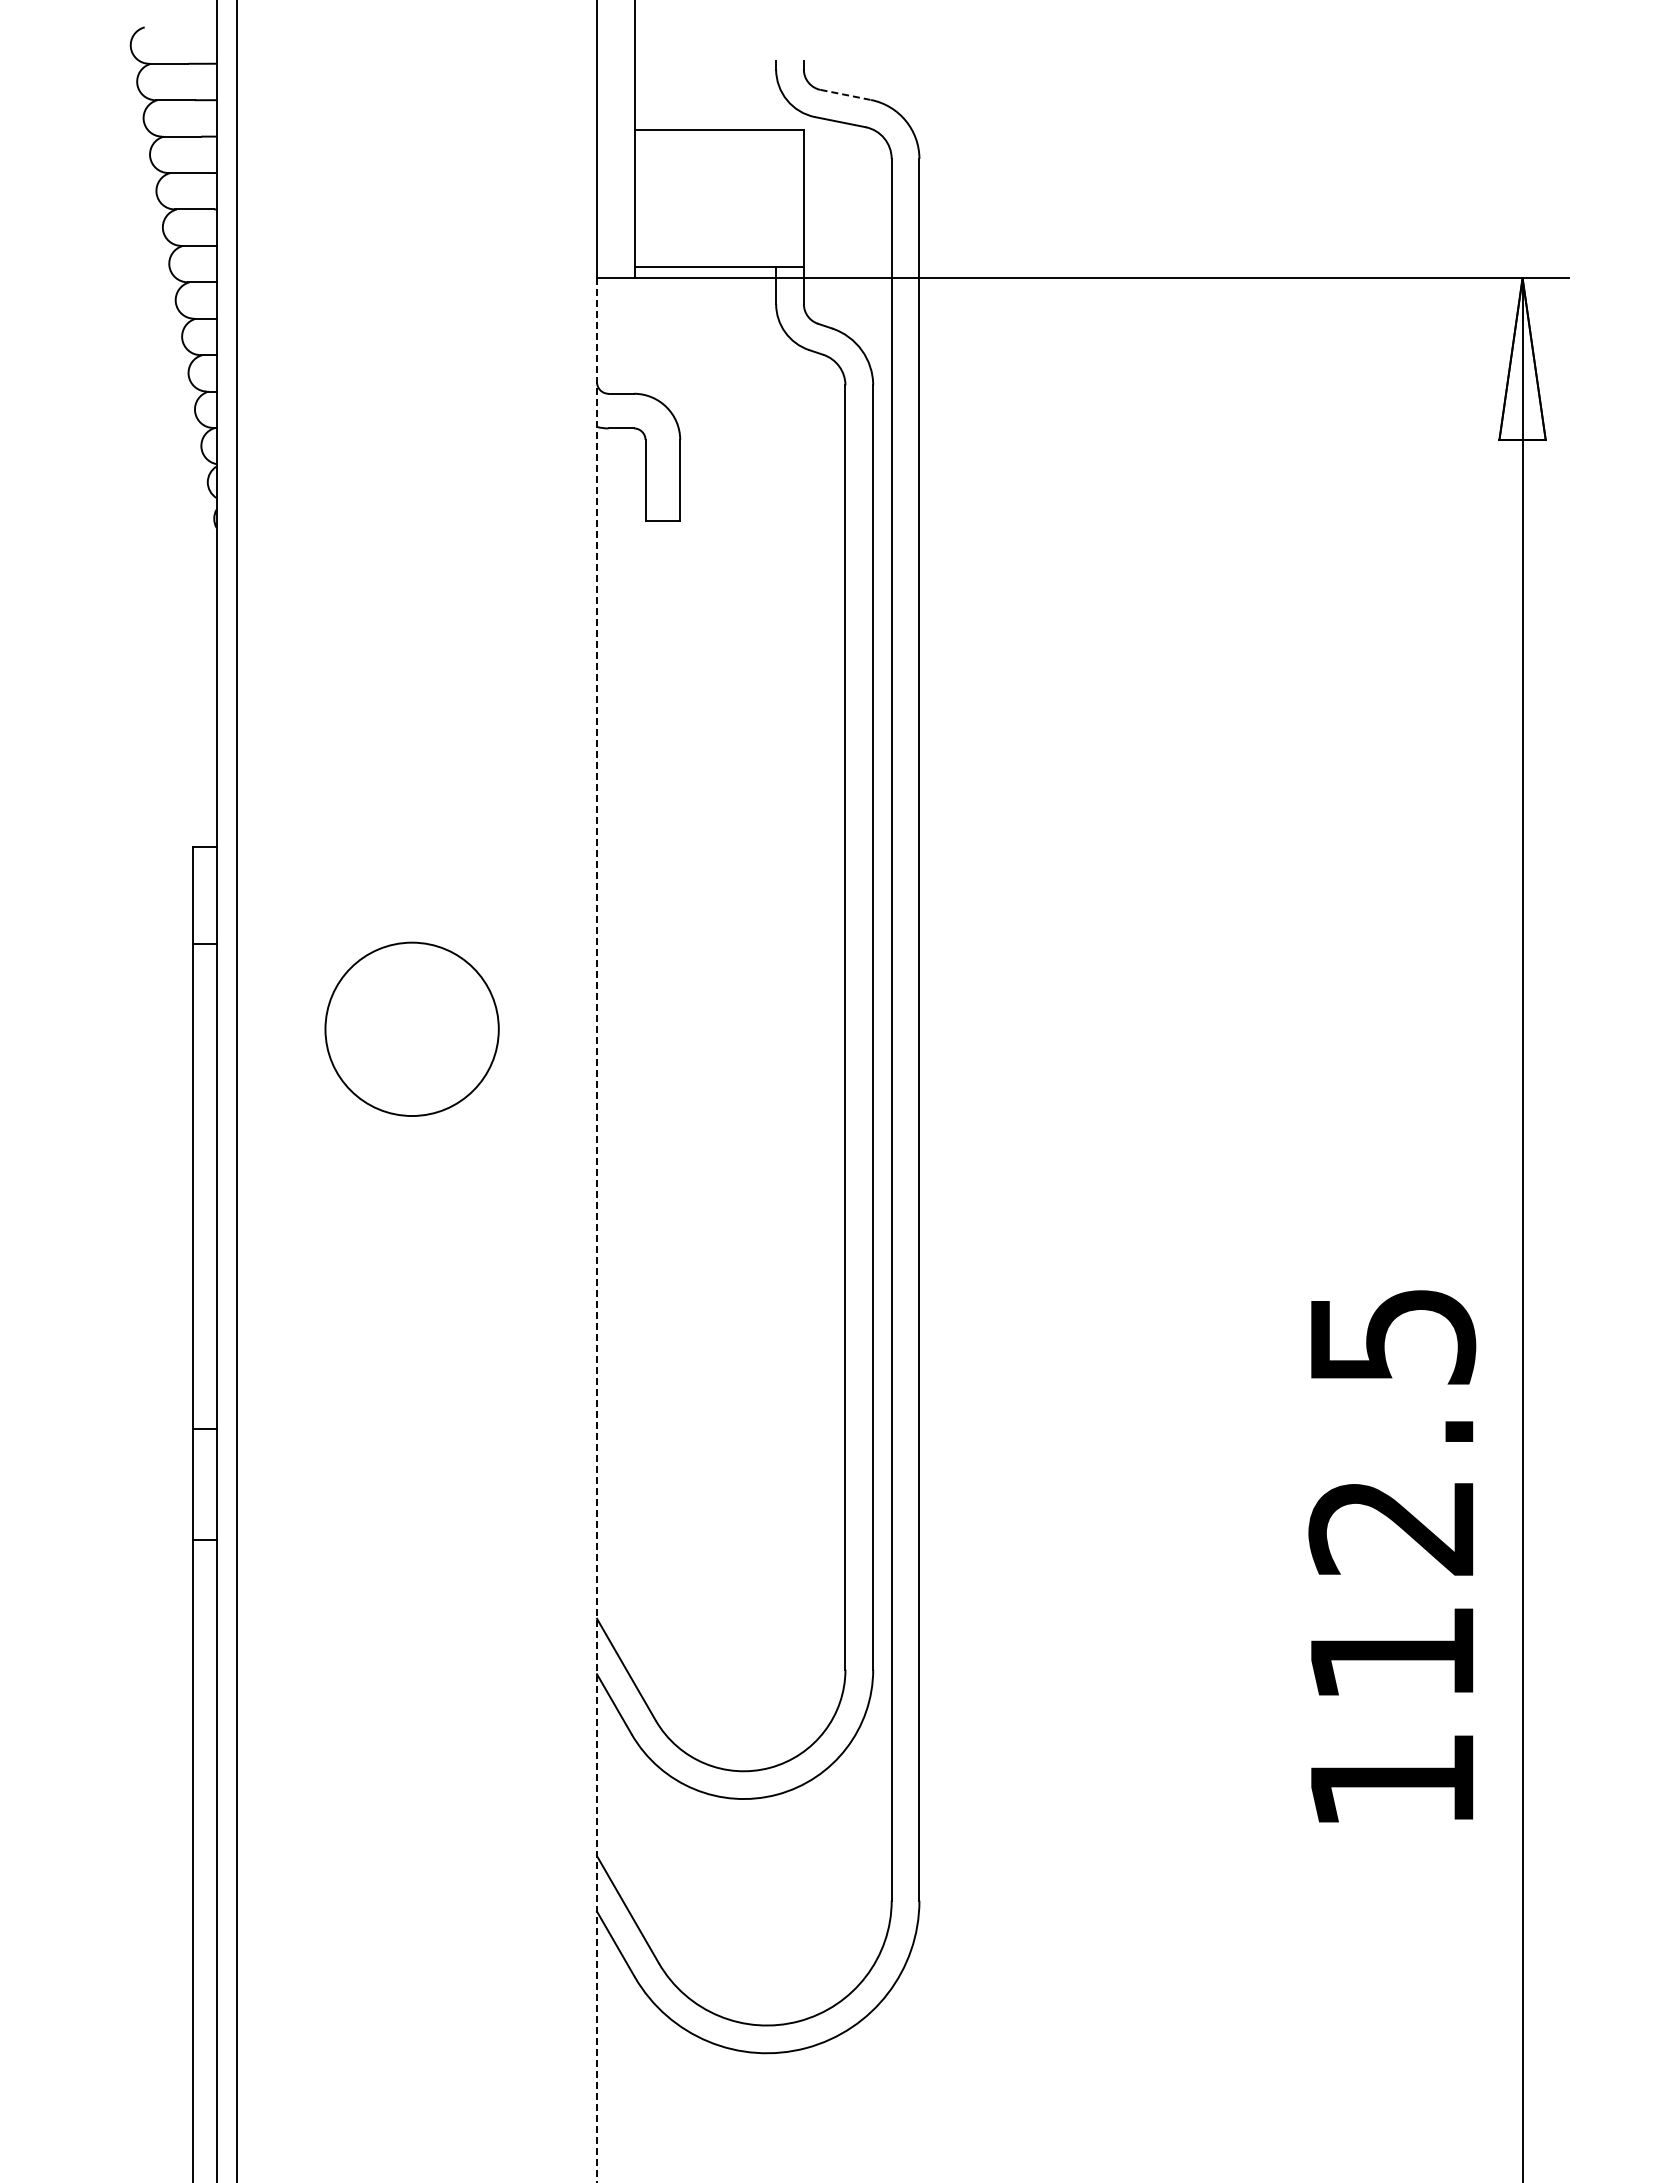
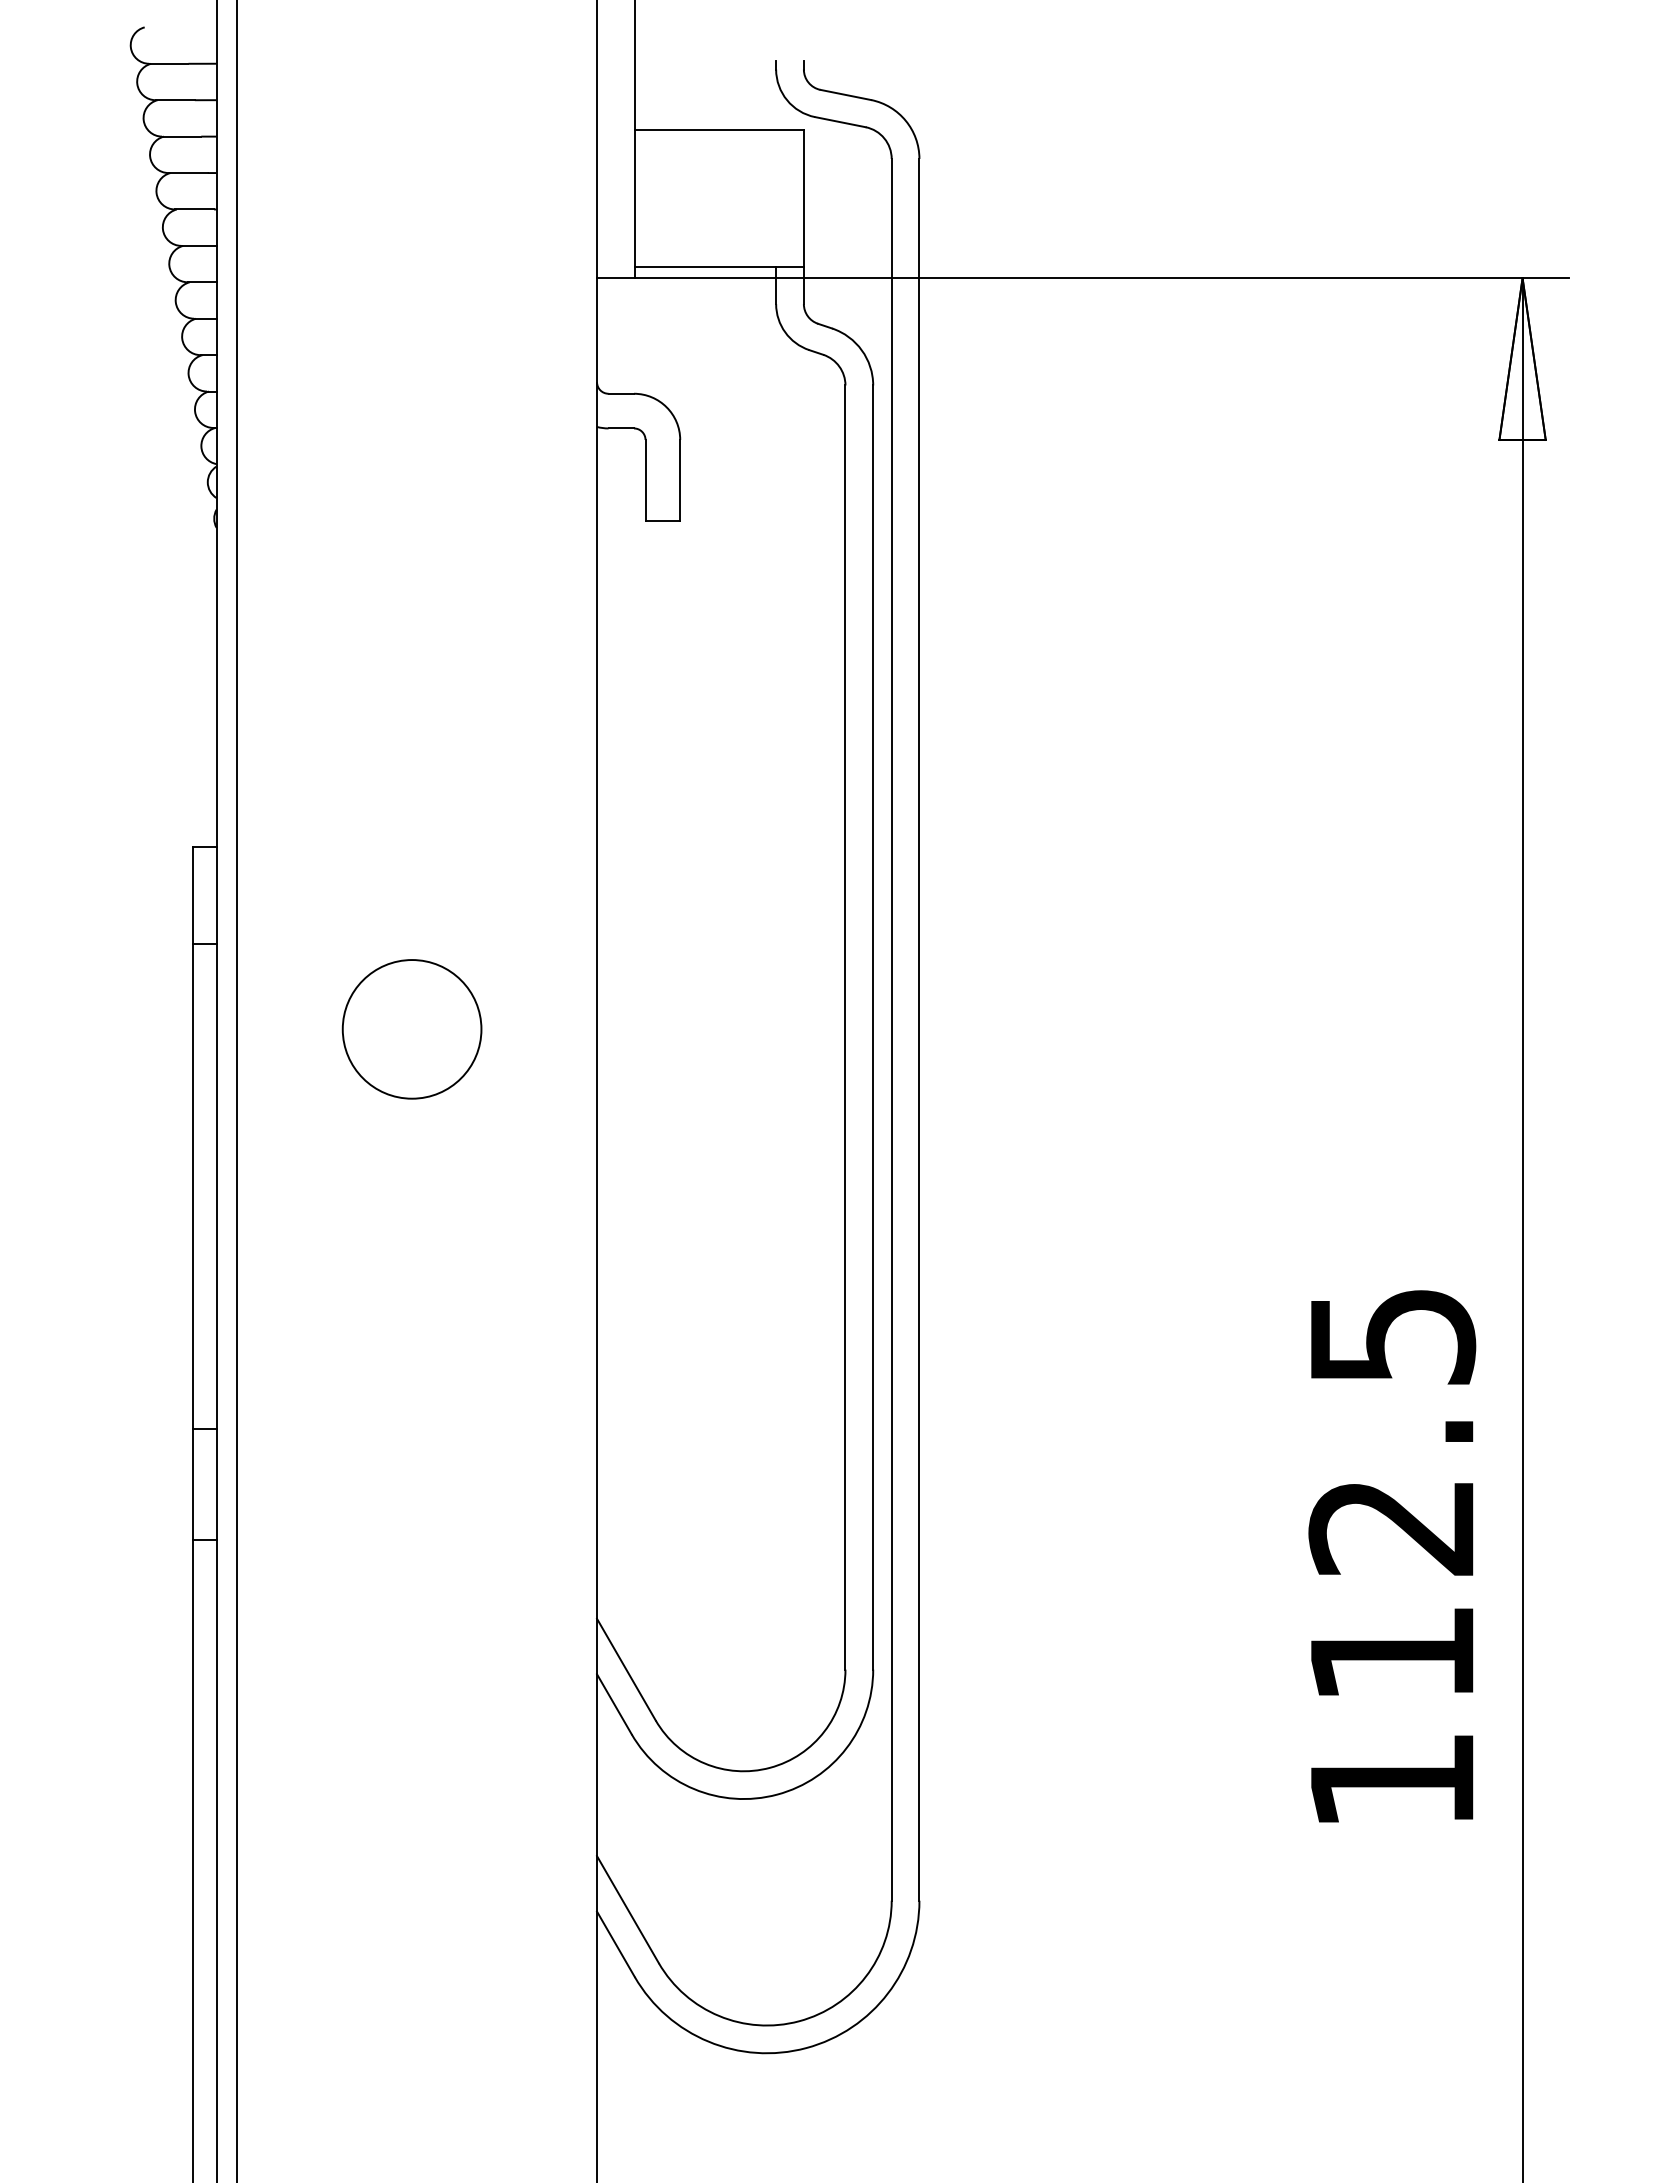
line at (845, 94): dashed -> solid
circle at (411, 1028) size: 176x176 px -> 142x141 px
line at (597, 1230): dashed -> solid
